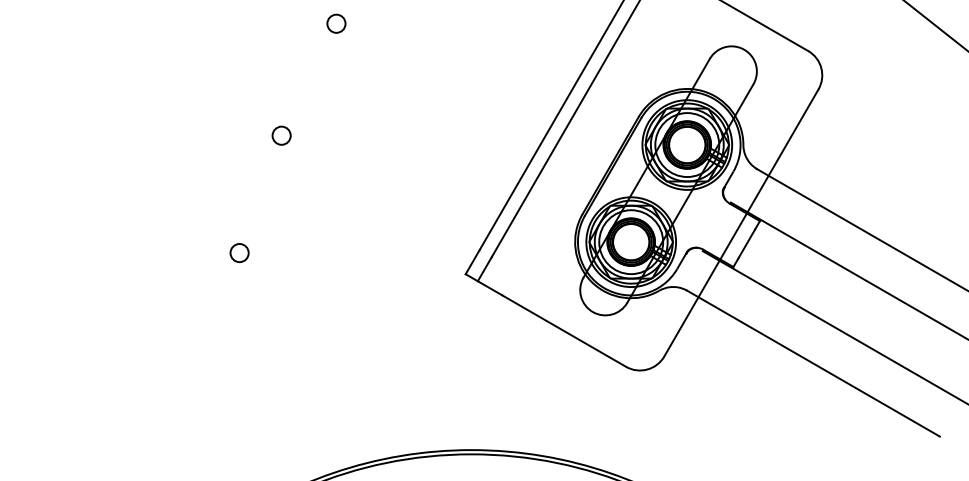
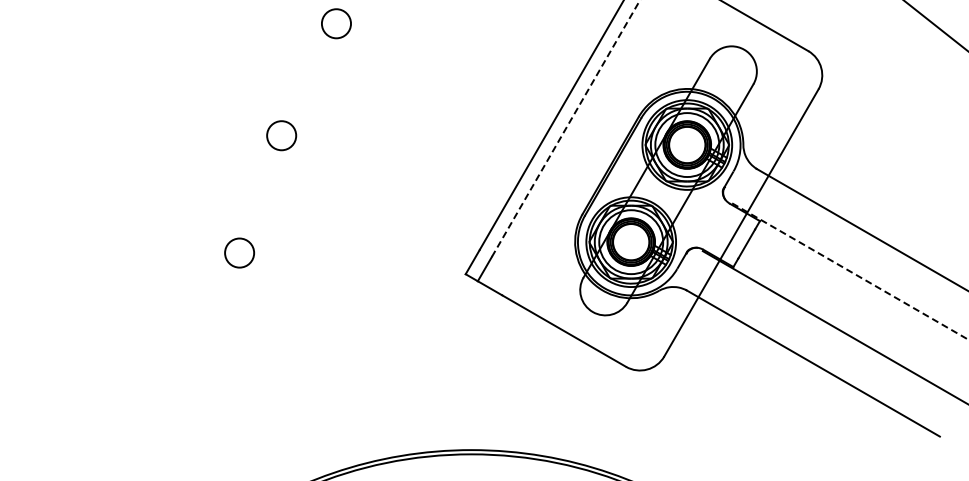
circle at (336, 23) diameter: 18 px -> 29 px
line at (566, 128): solid -> dashed
circle at (281, 135) diameter: 18 px -> 29 px
circle at (239, 252) diameter: 18 px -> 29 px
line at (849, 271): solid -> dashed
